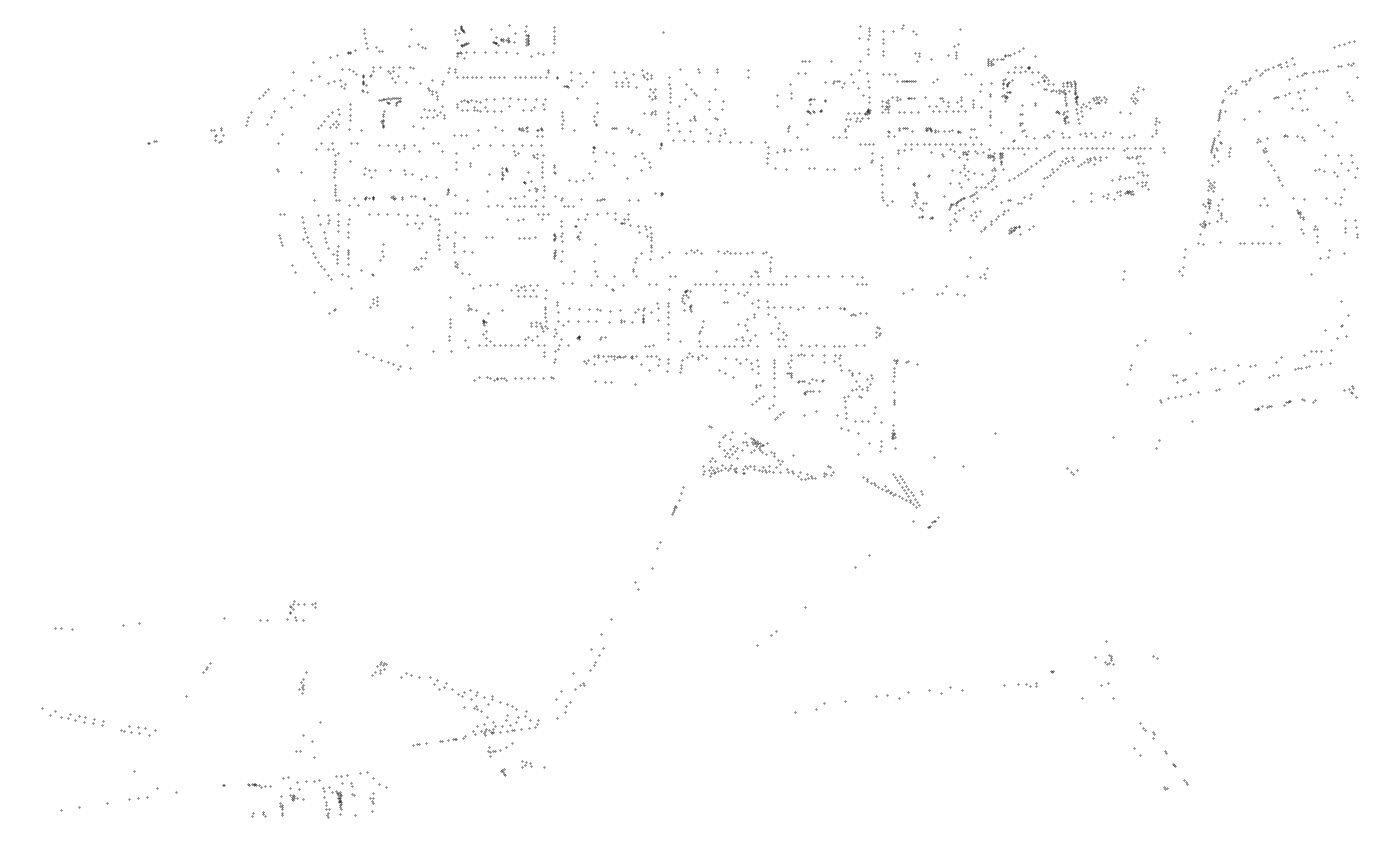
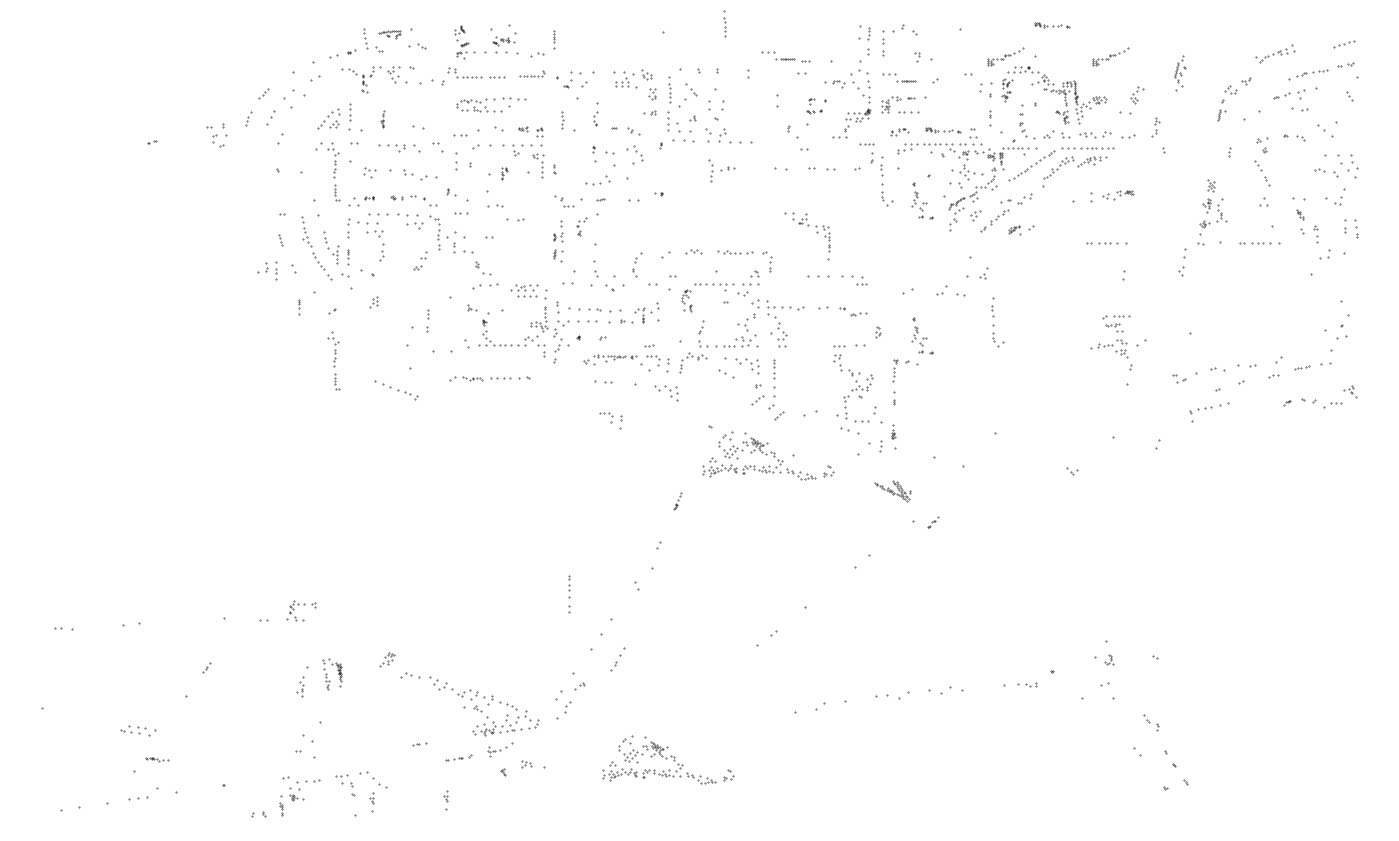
part at (724, 23): none -> present
part at (1052, 25): none -> present
part at (526, 35): present -> none
part at (553, 39) size: 4x28 px -> 3x20 px
part at (953, 51): present -> none
part at (778, 55): none -> present
part at (1110, 56): none -> present
part at (1275, 66) position: (1275, 66) -> (1275, 53)
part at (531, 73) size: 36x10 px -> 27x8 px
part at (336, 84): present -> none
part at (790, 91): present -> none
part at (389, 101) position: (389, 101) -> (389, 34)
part at (432, 103): present -> none
part at (534, 104): present -> none
part at (955, 104): present -> none
part at (900, 132) size: 27x11 px -> 20x9 px
part at (217, 135) size: 15x17 px -> 22x25 px
part at (1216, 148) position: (1216, 148) -> (1180, 73)
part at (777, 152) position: (777, 152) -> (721, 170)
part at (642, 161) position: (642, 161) -> (634, 154)
part at (1137, 172) position: (1137, 172) -> (1116, 340)
part at (1275, 173) position: (1275, 173) -> (1262, 173)
part at (580, 177) position: (580, 177) -> (597, 180)
part at (529, 200): present -> none
part at (329, 222) position: (329, 222) -> (267, 270)
part at (581, 226) size: 15x28 px -> 12x20 px
part at (370, 229): none -> present
part at (638, 232) position: (638, 232) -> (816, 232)
part at (527, 237): present -> none
part at (1106, 243): none -> present
part at (462, 268) position: (462, 268) -> (483, 268)
part at (781, 280): present -> none
part at (299, 307): none -> present
part at (668, 321) position: (668, 321) -> (569, 594)
part at (997, 322): none -> present
part at (449, 329) position: (449, 329) -> (427, 320)
part at (922, 335): none -> present
part at (1312, 353) position: (1312, 353) -> (1332, 405)
part at (333, 360): none -> present
part at (379, 360) position: (379, 360) -> (396, 390)
part at (513, 378) position: (513, 378) -> (489, 378)
part at (804, 380): present -> none
part at (666, 393): none -> present
part at (1179, 397) position: (1179, 397) -> (1209, 408)
part at (1263, 407): present -> none
part at (610, 420): none -> present
part at (892, 490) size: 62x36 px -> 38x23 px
part at (677, 500) size: 14x30 px -> 10x19 px
part at (596, 659) position: (596, 659) -> (617, 659)
part at (379, 668) position: (379, 668) -> (387, 659)
part at (302, 682) size: 10x24 px -> 13x32 px
part at (76, 718): present -> none
part at (1147, 730) position: (1147, 730) -> (1151, 722)
part at (452, 738) position: (452, 738) -> (458, 757)
part at (668, 759): none -> present
part at (259, 785) position: (259, 785) -> (157, 759)
part at (445, 800): none -> present
part at (332, 802) position: (332, 802) -> (332, 674)
